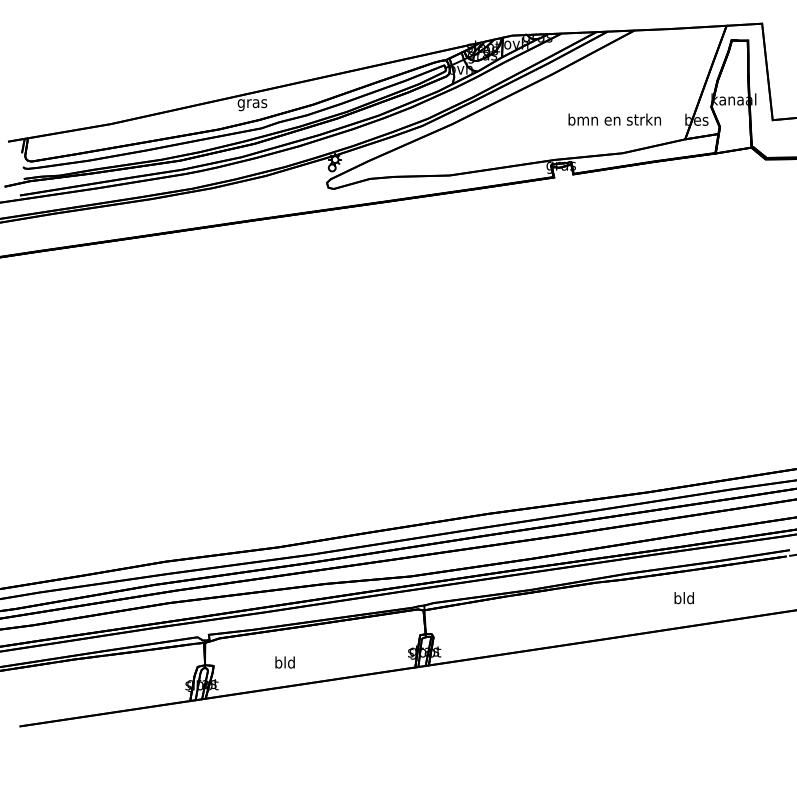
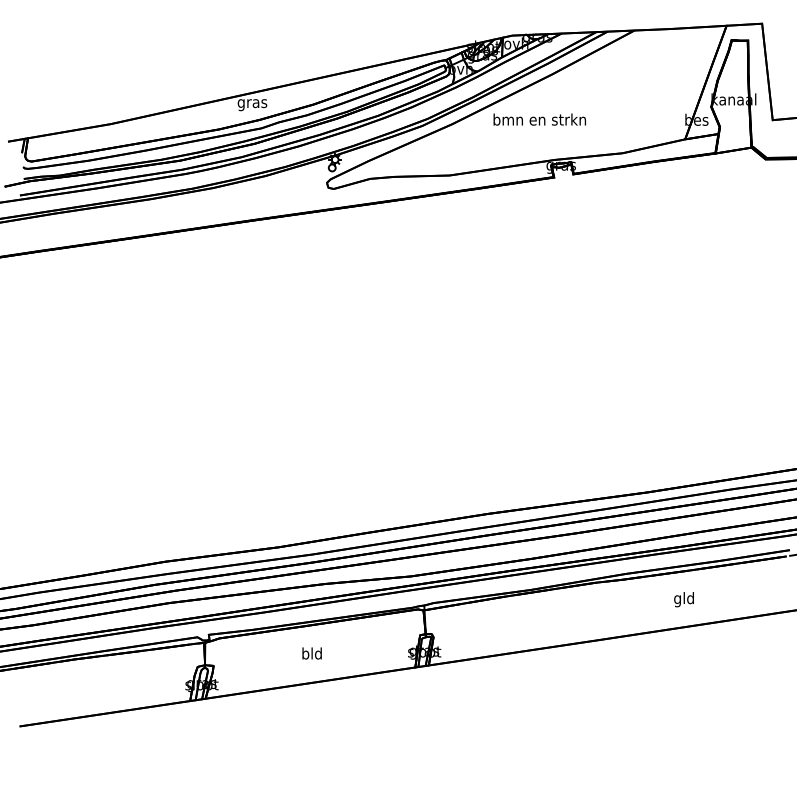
text at (614, 119) position: (614, 119) -> (539, 119)
text at (677, 599): bld -> gld
text at (284, 662) position: (284, 662) -> (311, 653)
